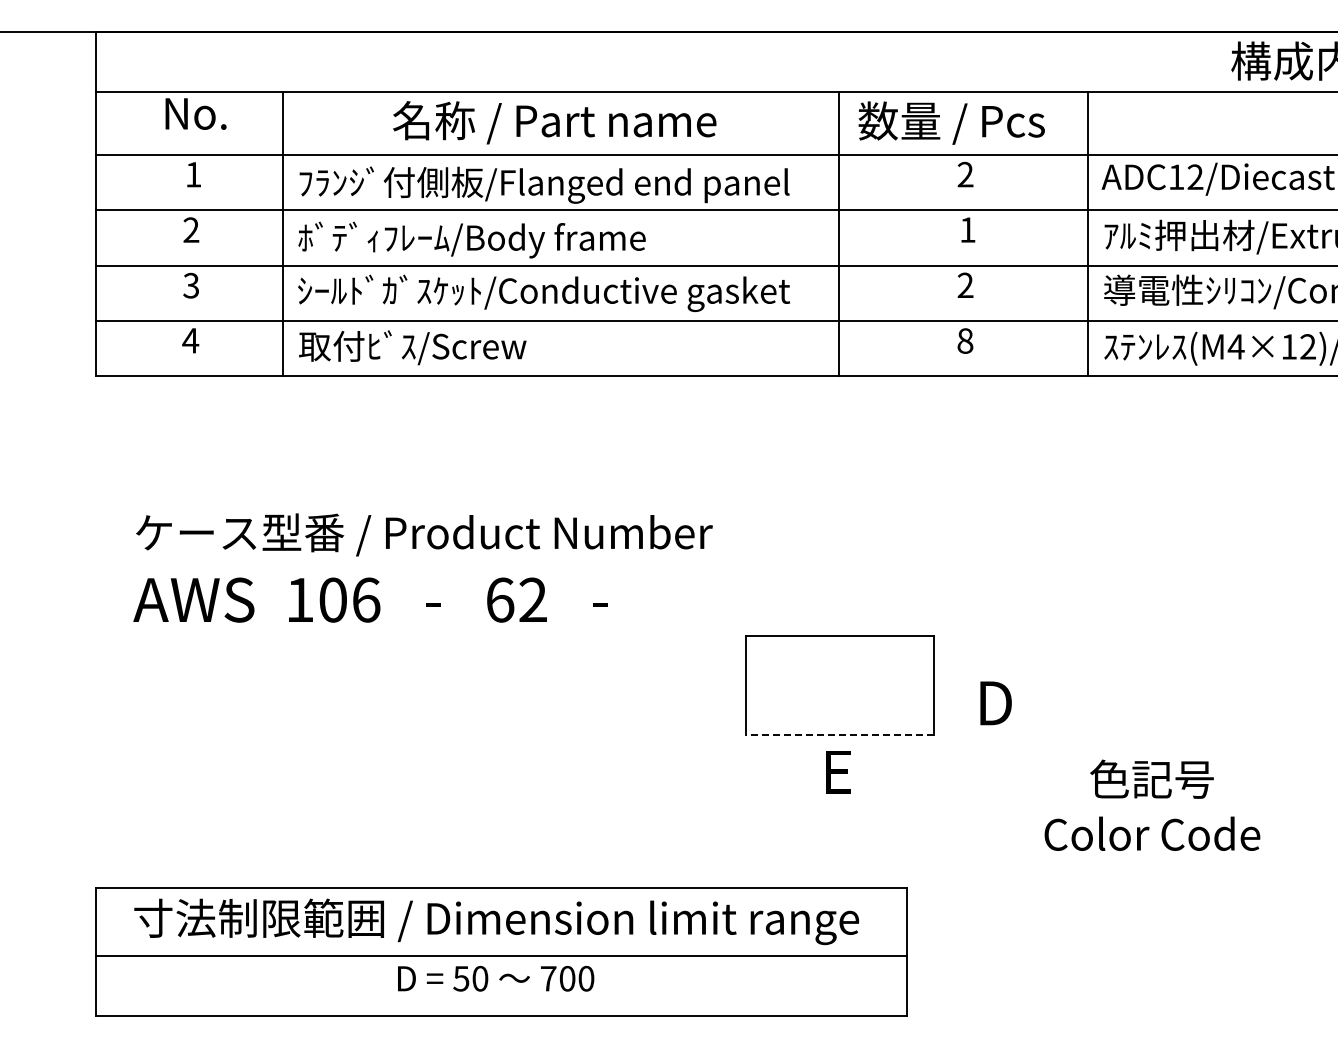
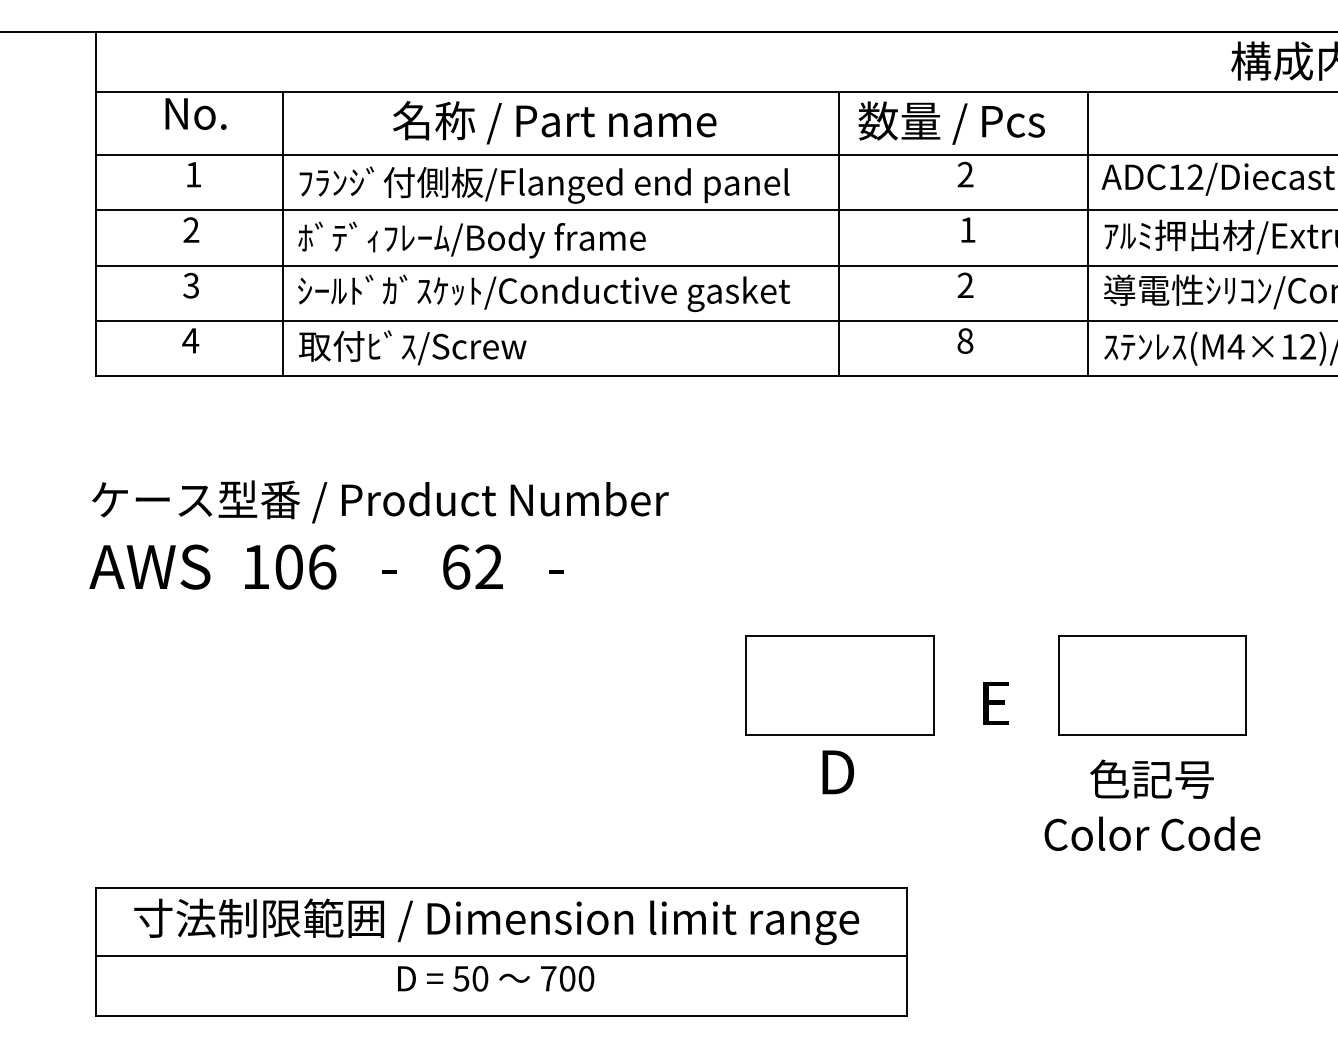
text at (422, 567) position: (422, 567) -> (378, 534)
part at (1152, 685): none -> present
text at (995, 703): D -> E
line at (840, 735): dashed -> solid
text at (838, 772): E -> D
